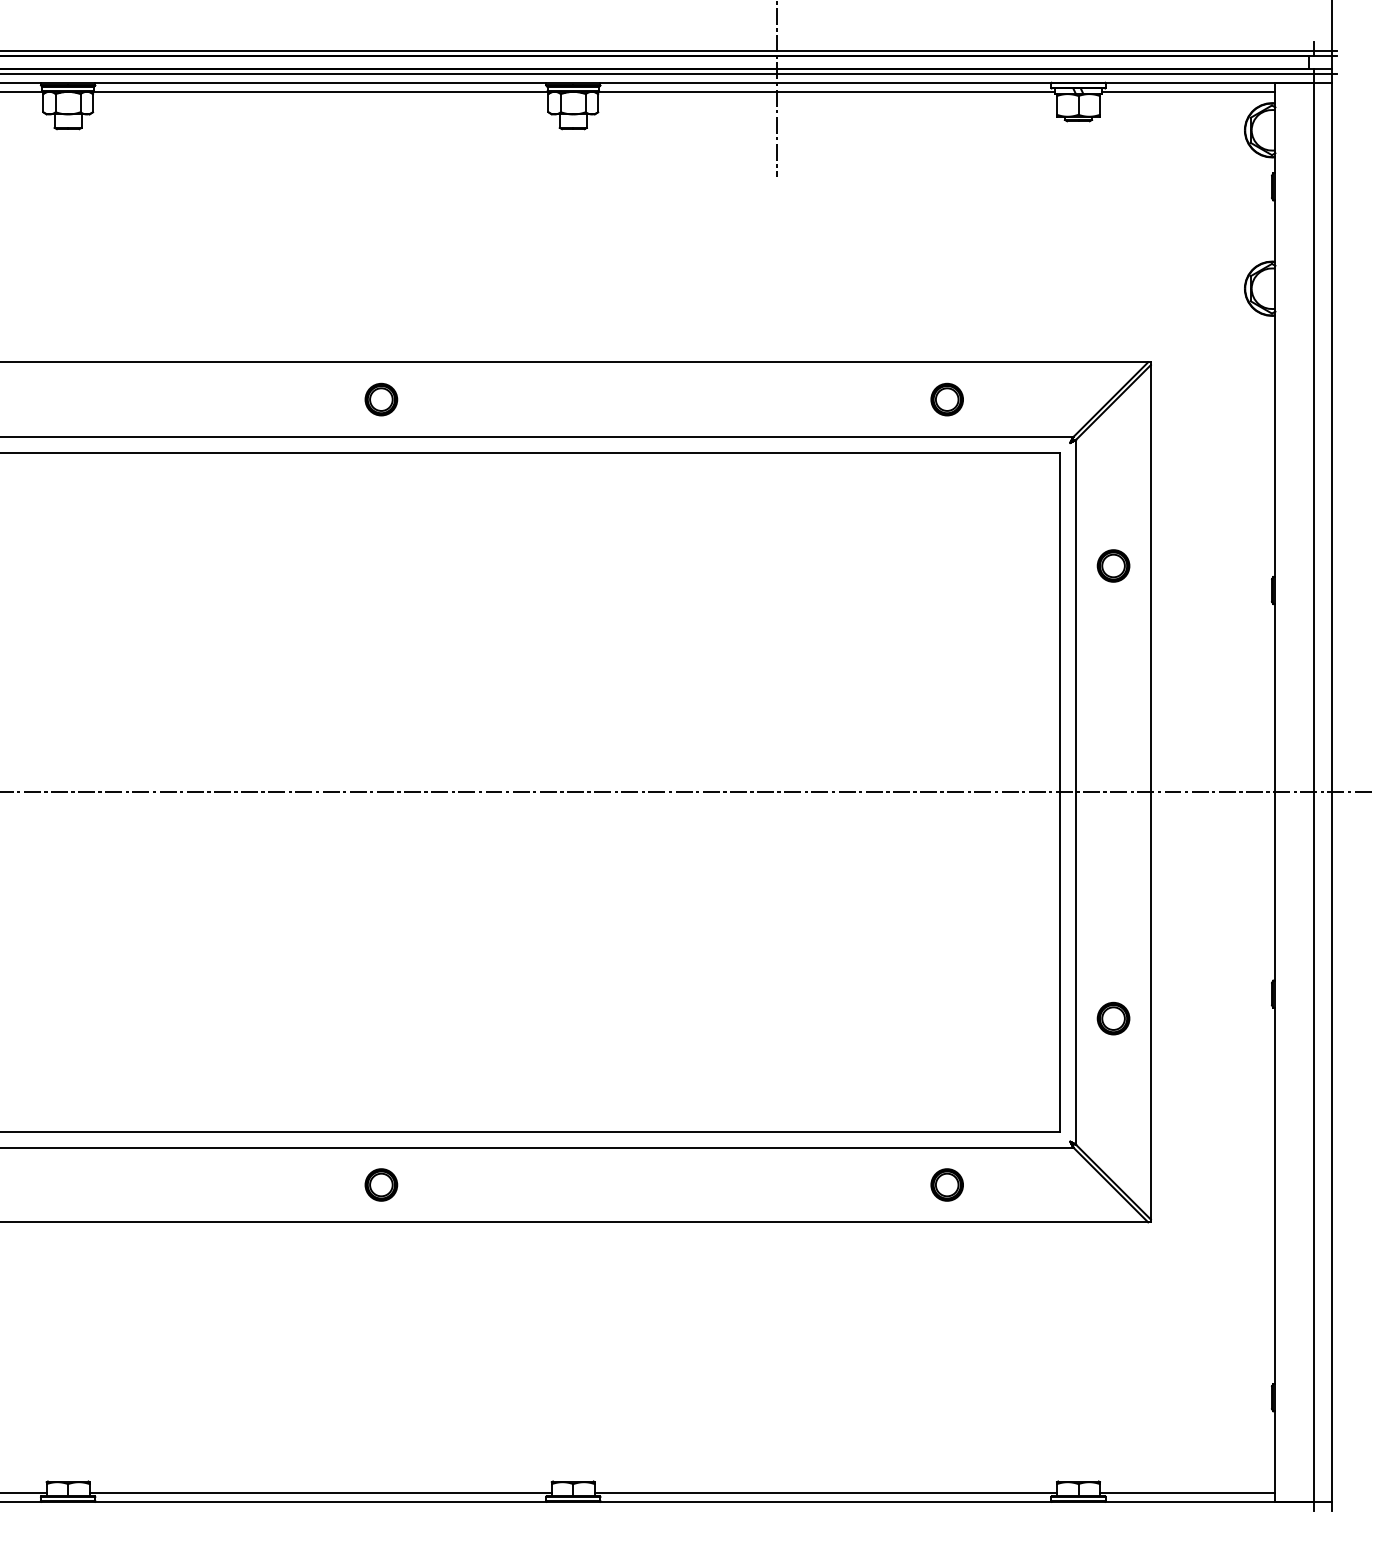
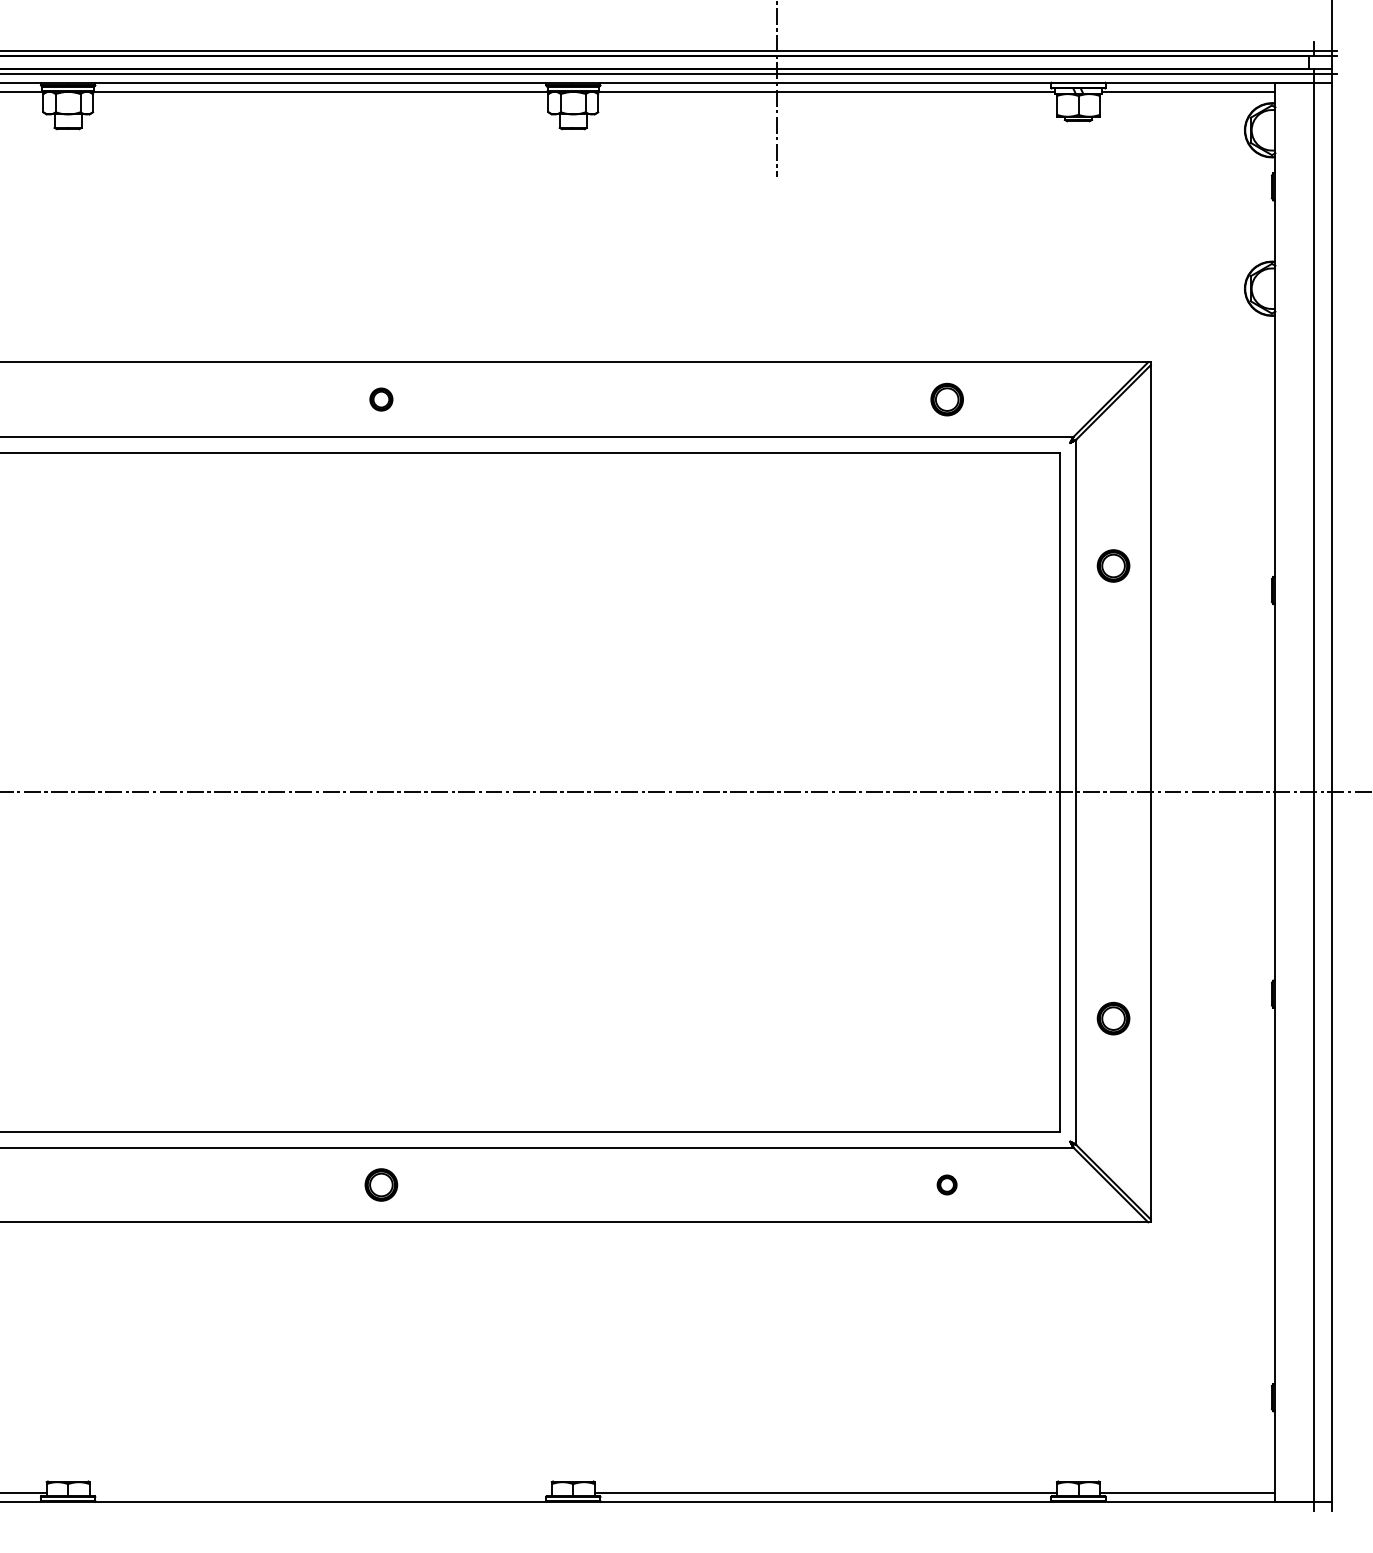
part at (381, 399) size: 35x35 px -> 25x25 px
part at (946, 1184) size: 34x34 px -> 22x22 px
line at (320, 1492): present -> none
